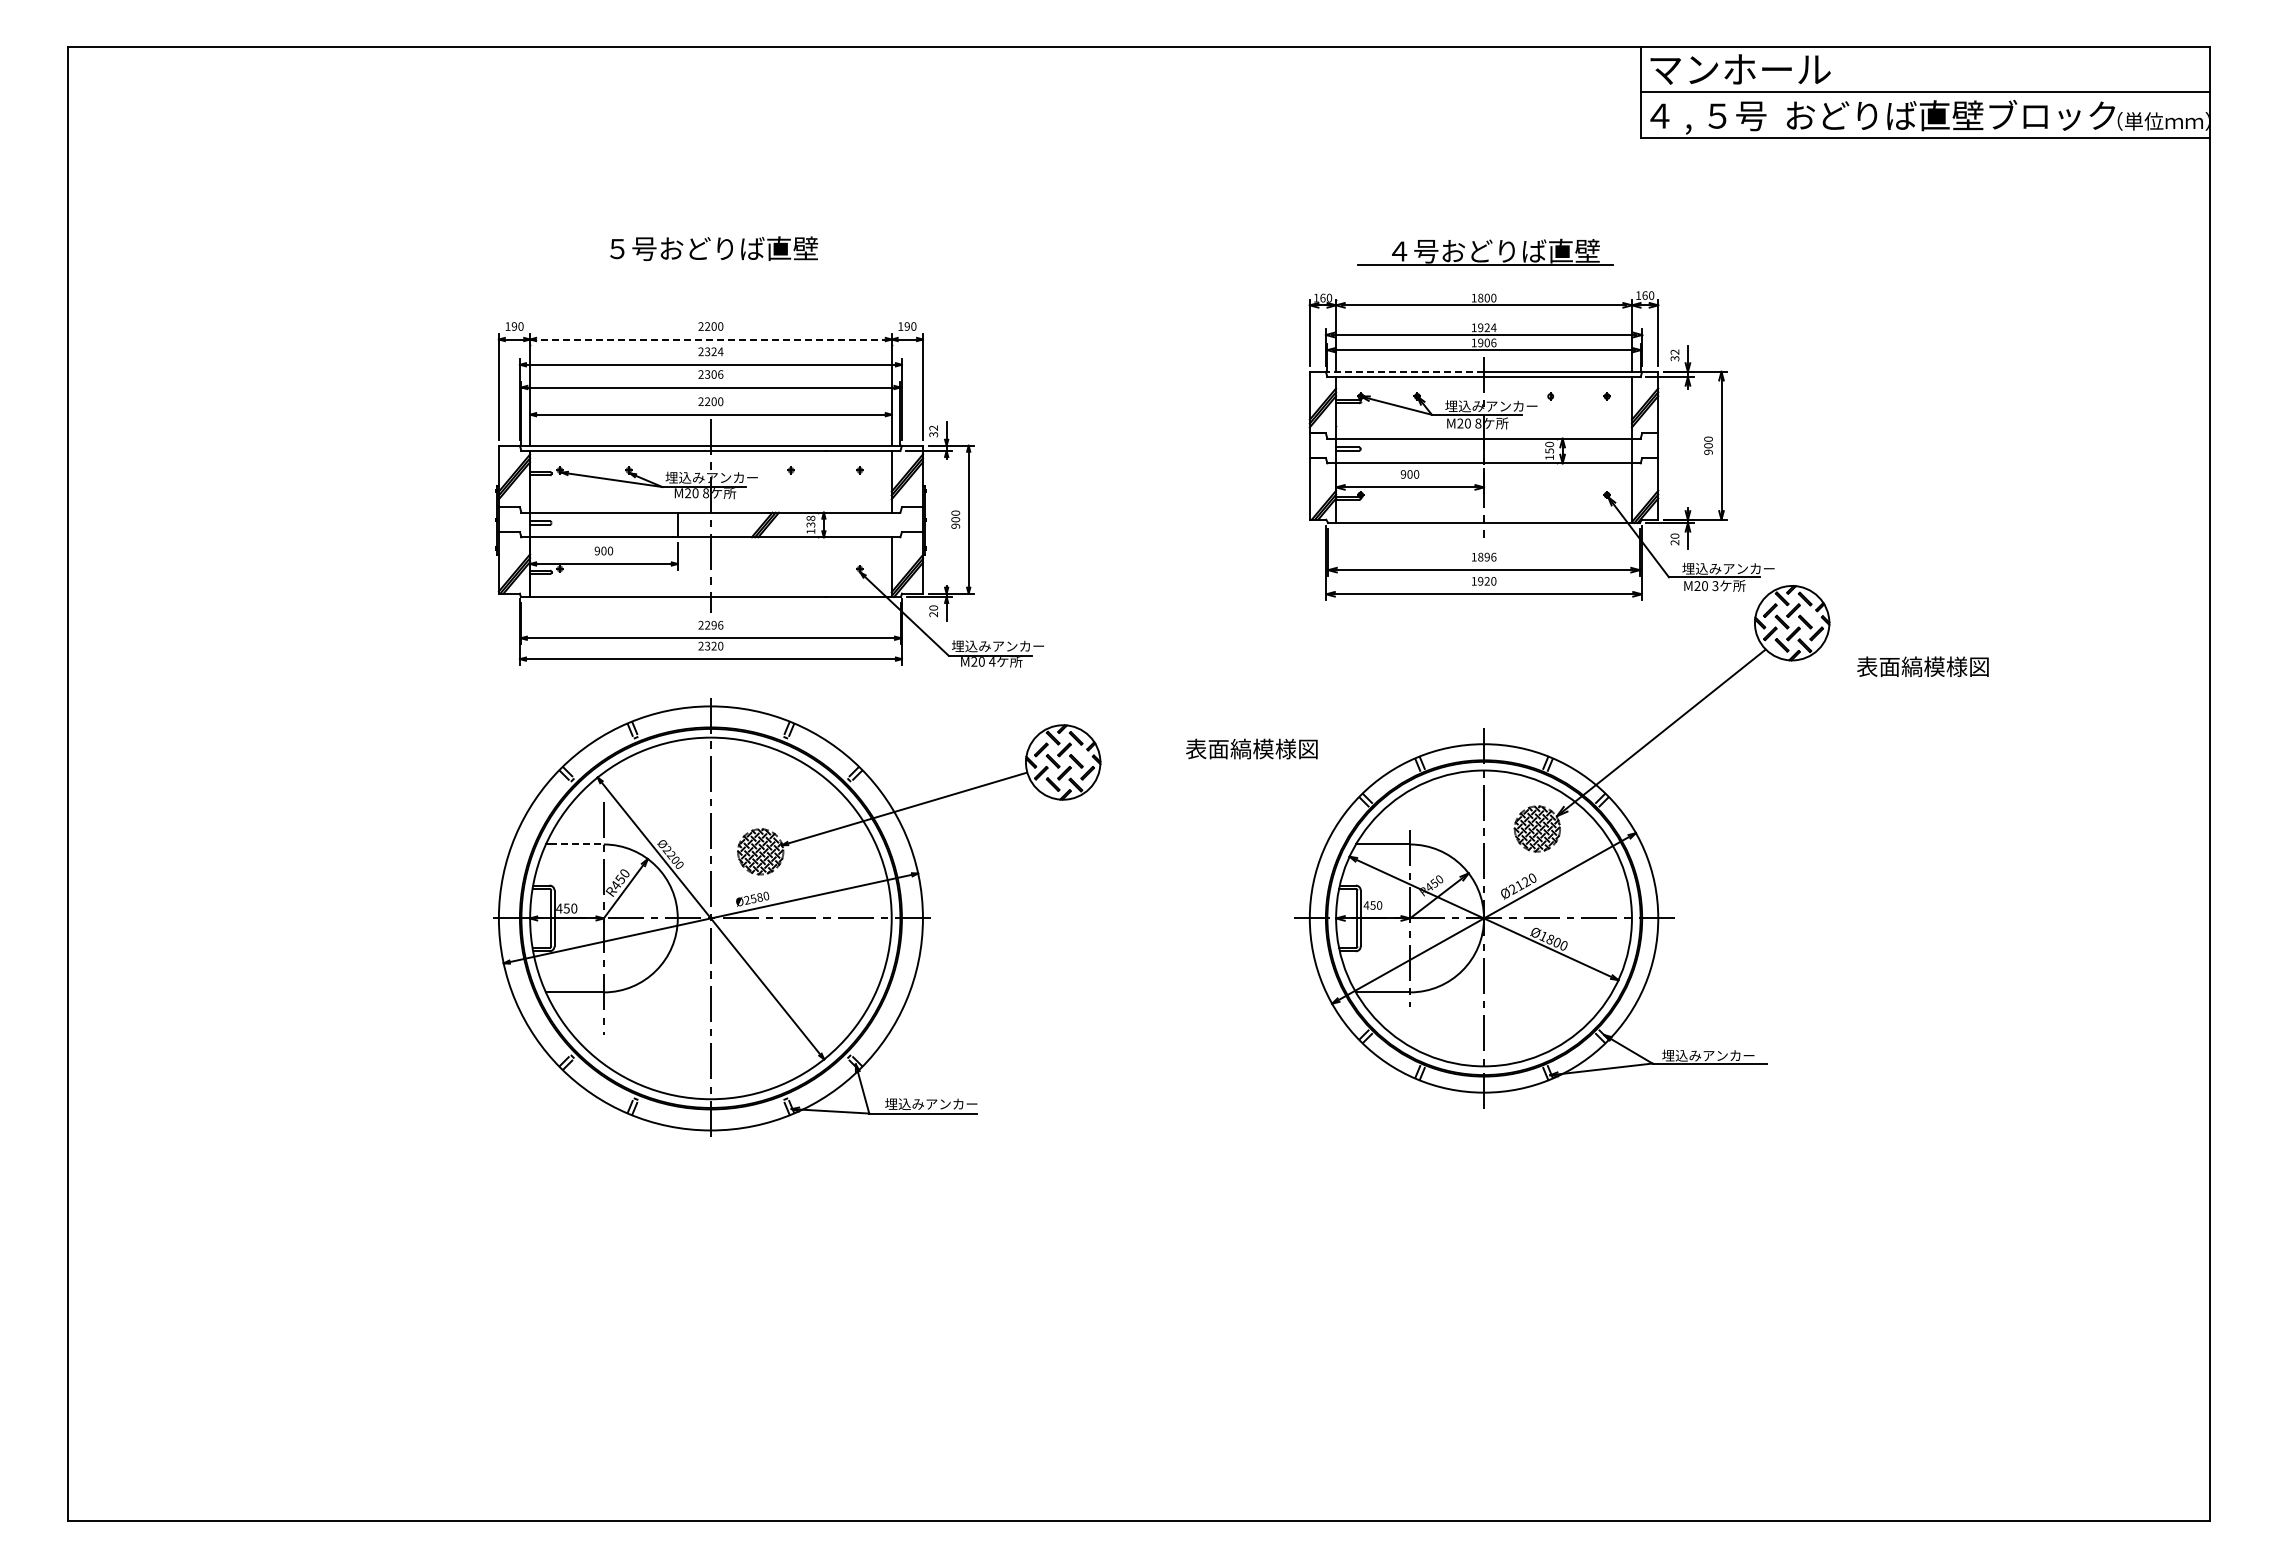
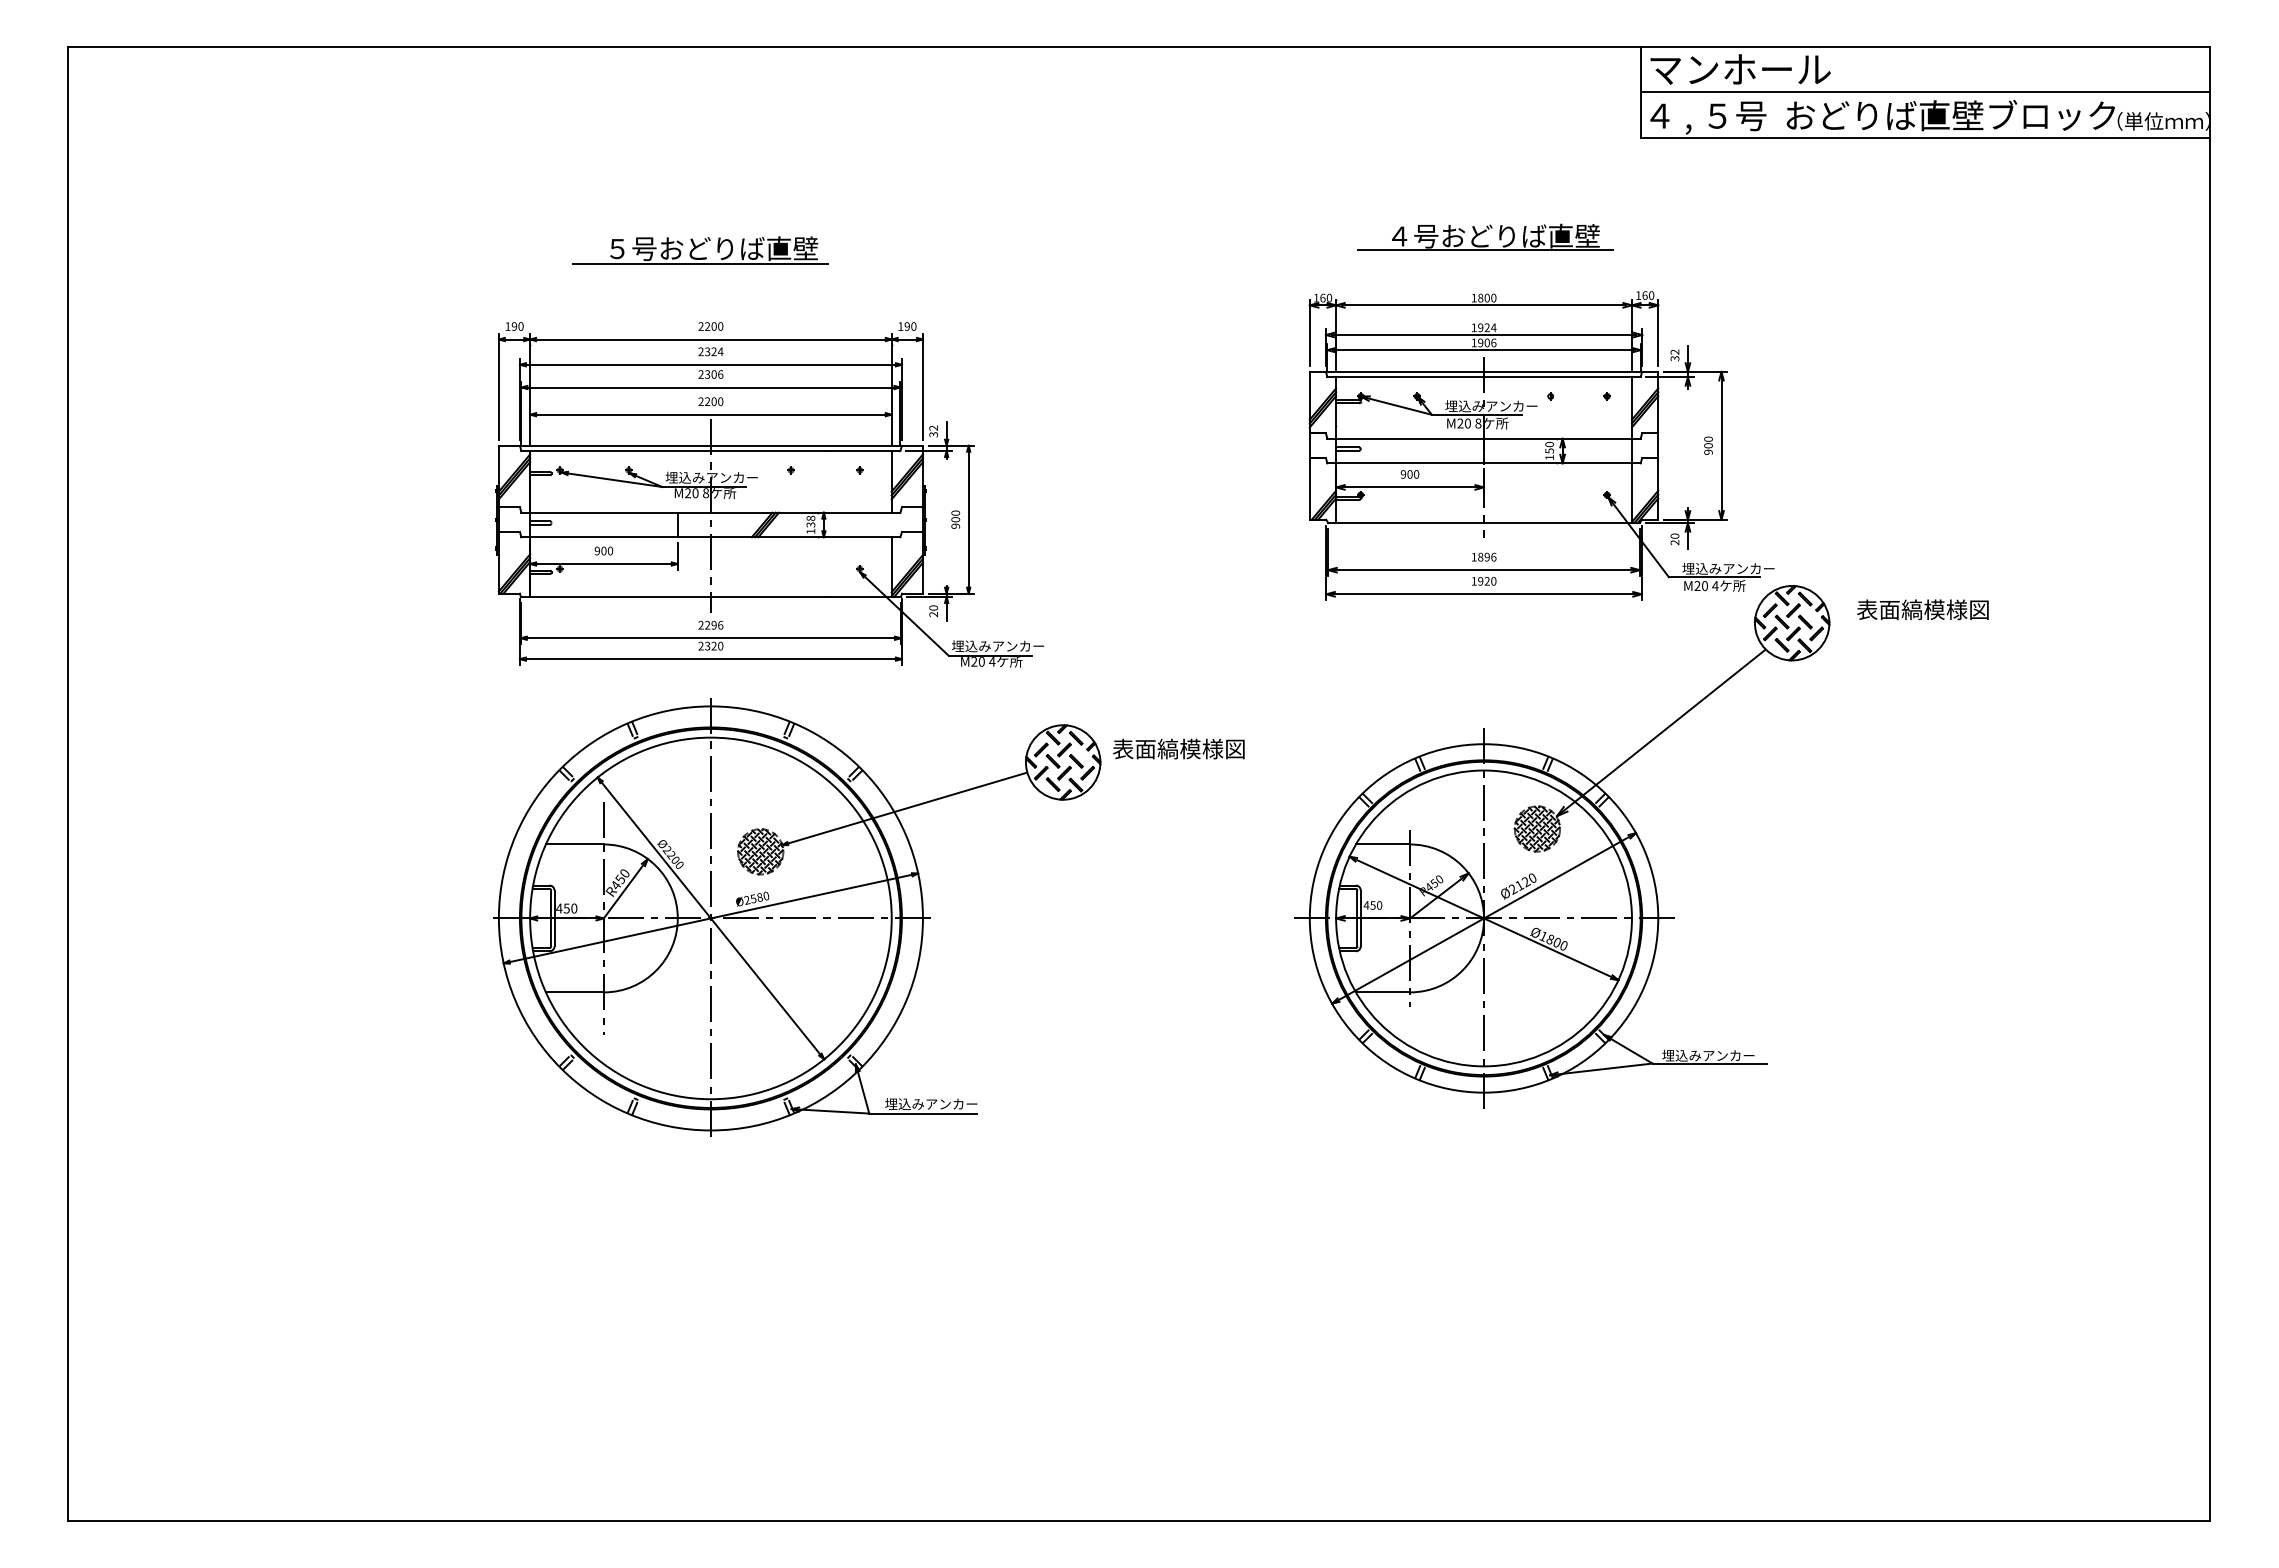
part at (1485, 251) position: (1485, 251) -> (1485, 236)
line at (699, 263): none -> present
line at (710, 339): dashed -> solid
line at (1404, 371): dashed -> solid
text at (1715, 586): 3 -> 4
text at (1922, 666) position: (1922, 666) -> (1922, 609)
text at (1251, 748) position: (1251, 748) -> (1178, 748)
line at (577, 844): dashed -> solid
